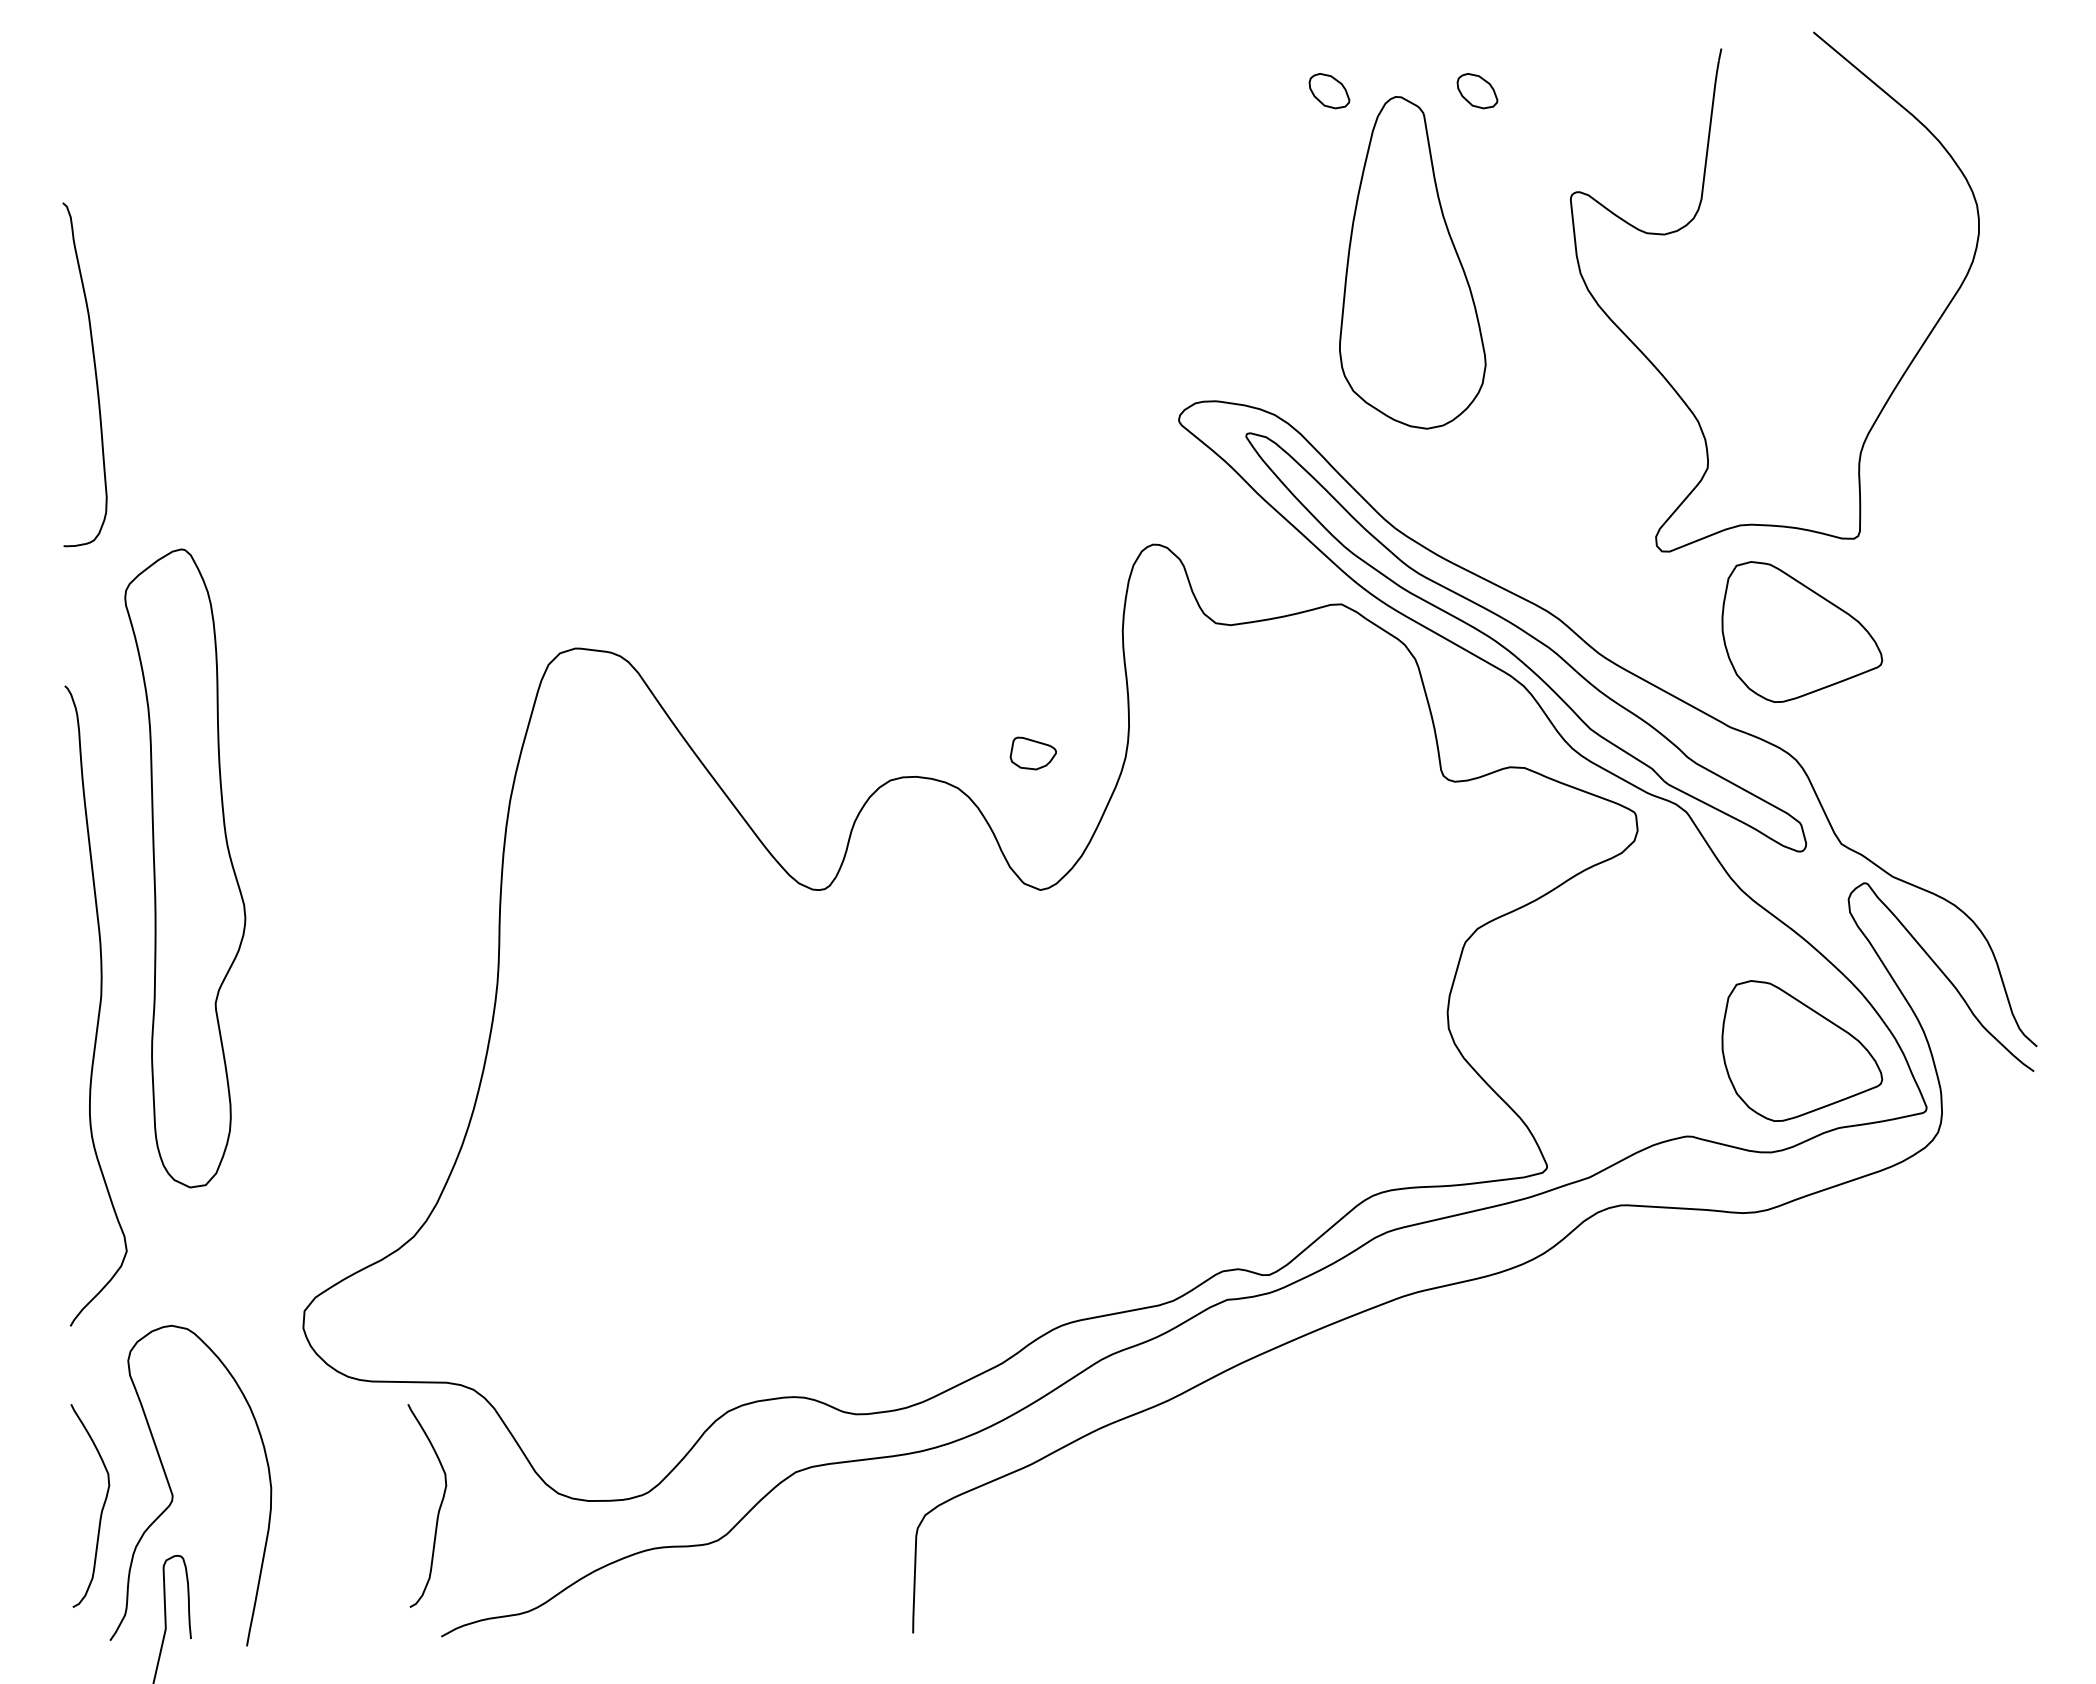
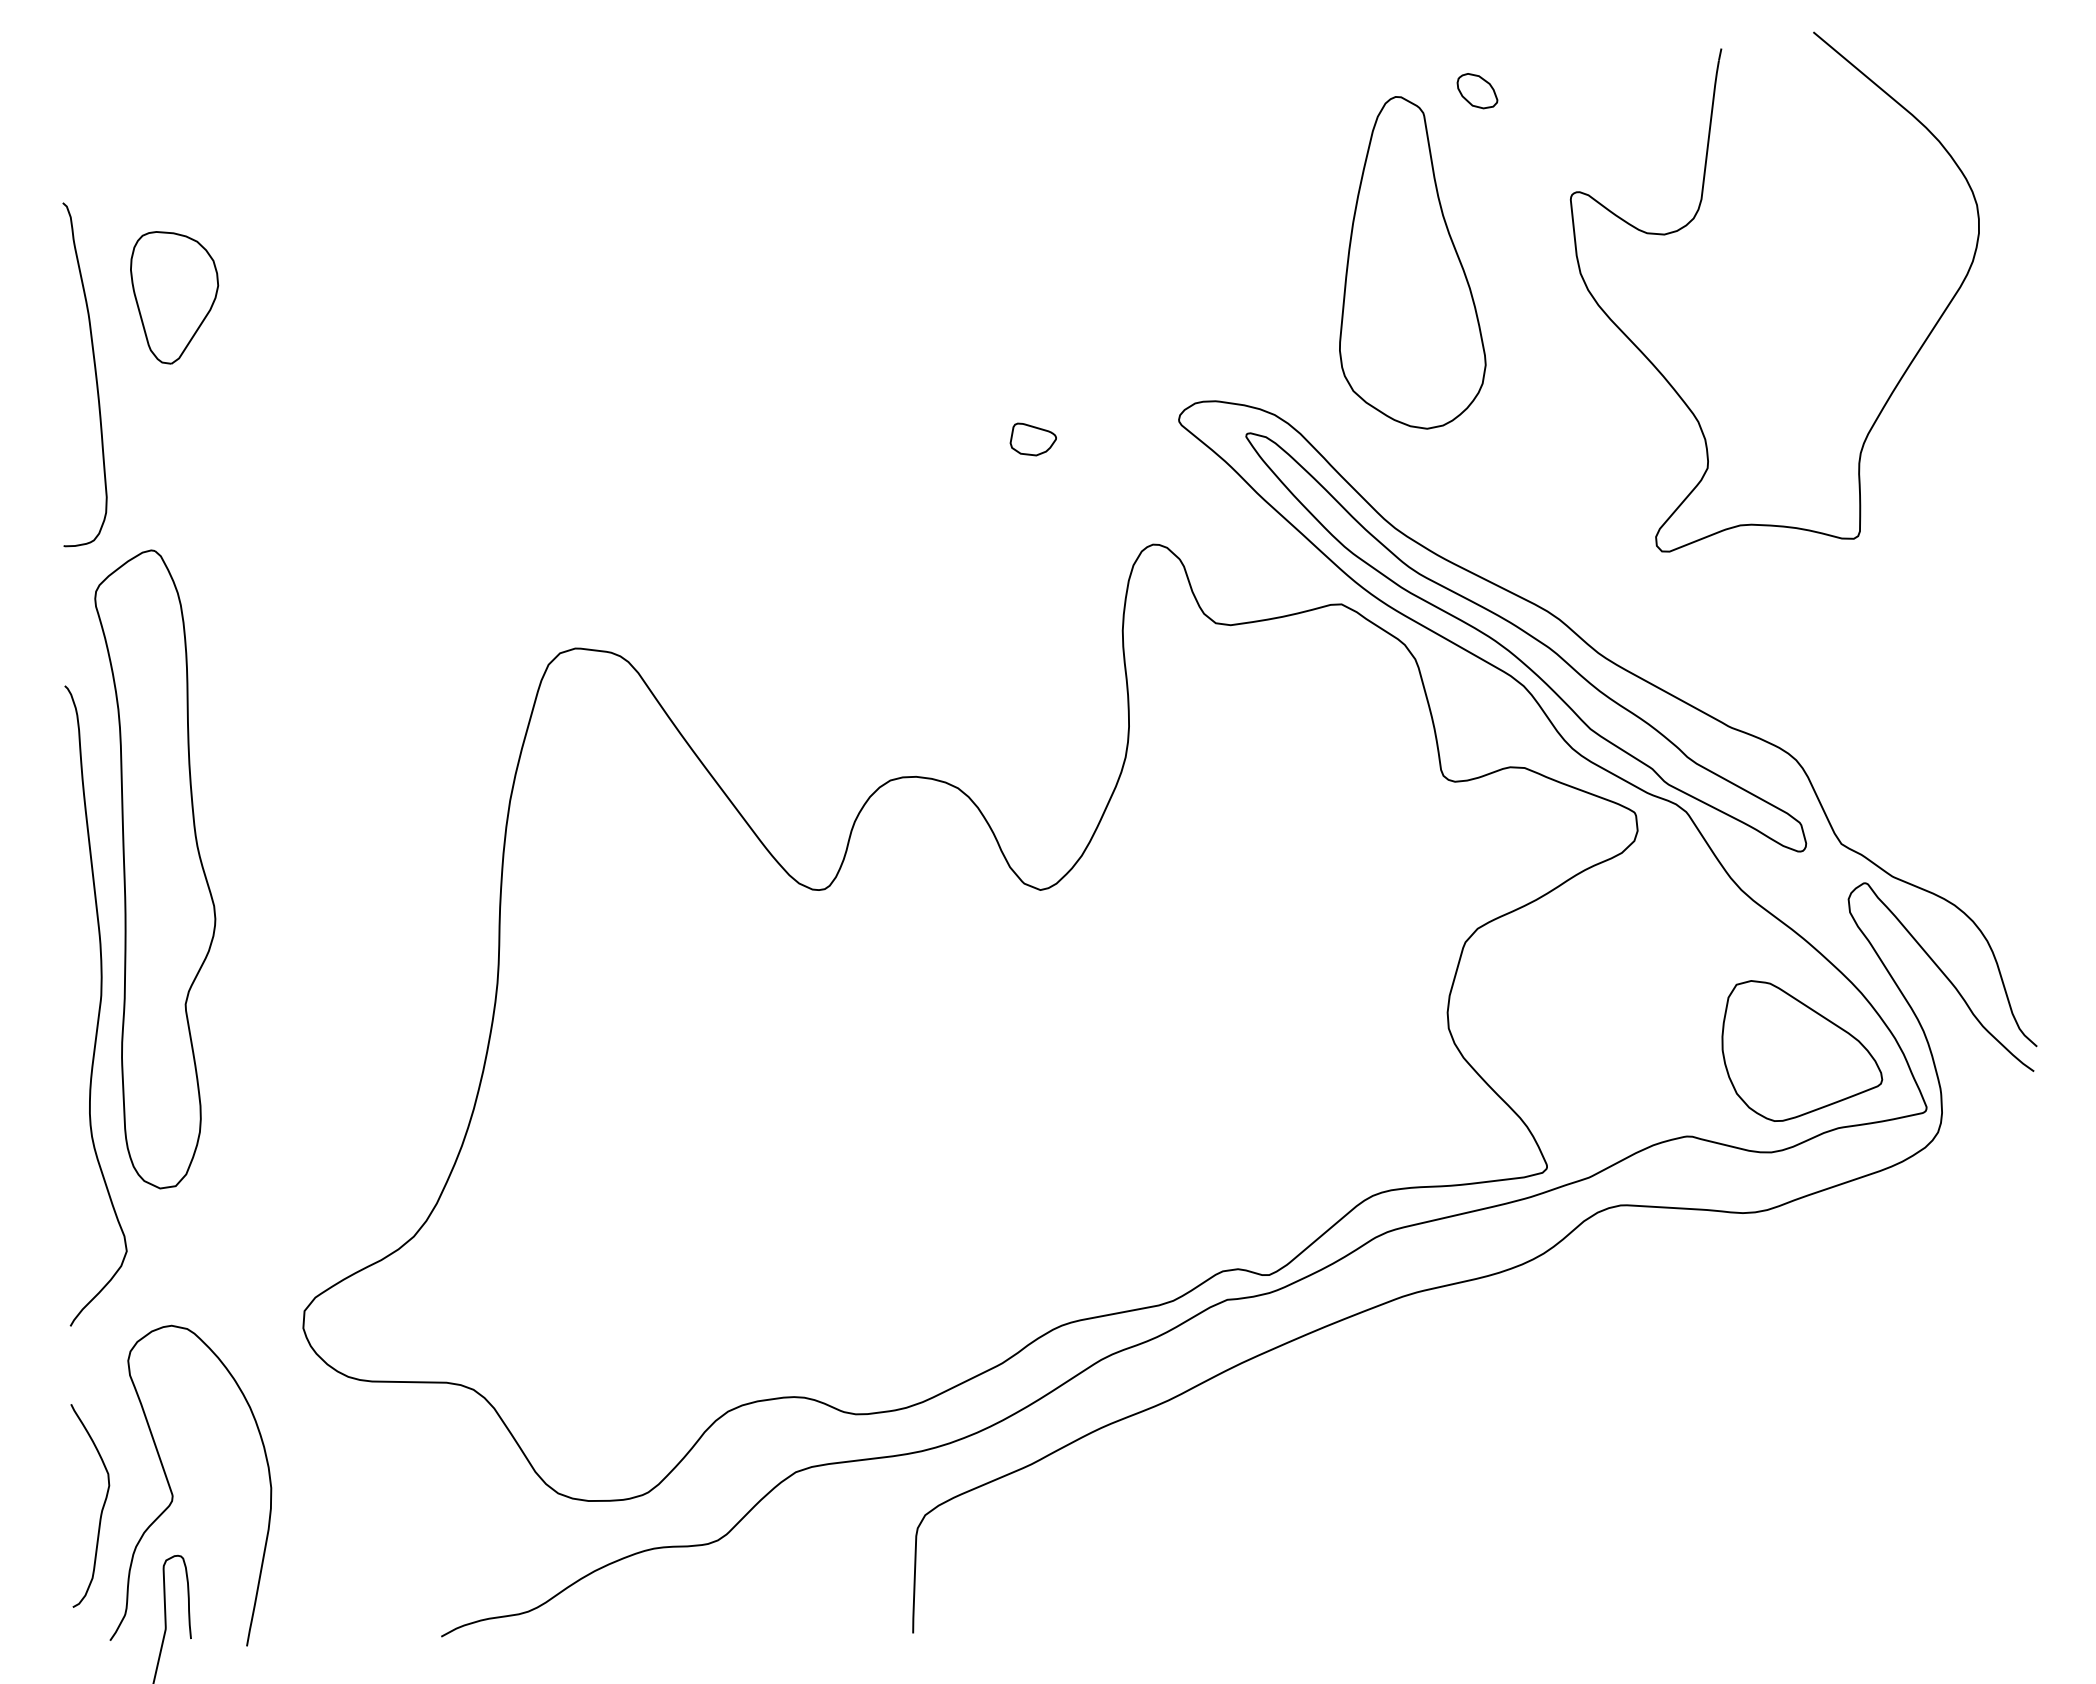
part at (1329, 91): present -> none
part at (174, 297): none -> present
part at (1802, 631): present -> none
part at (1032, 753) position: (1032, 753) -> (1032, 439)
part at (185, 868) position: (185, 868) -> (155, 869)
curve at (438, 1509): present -> none
